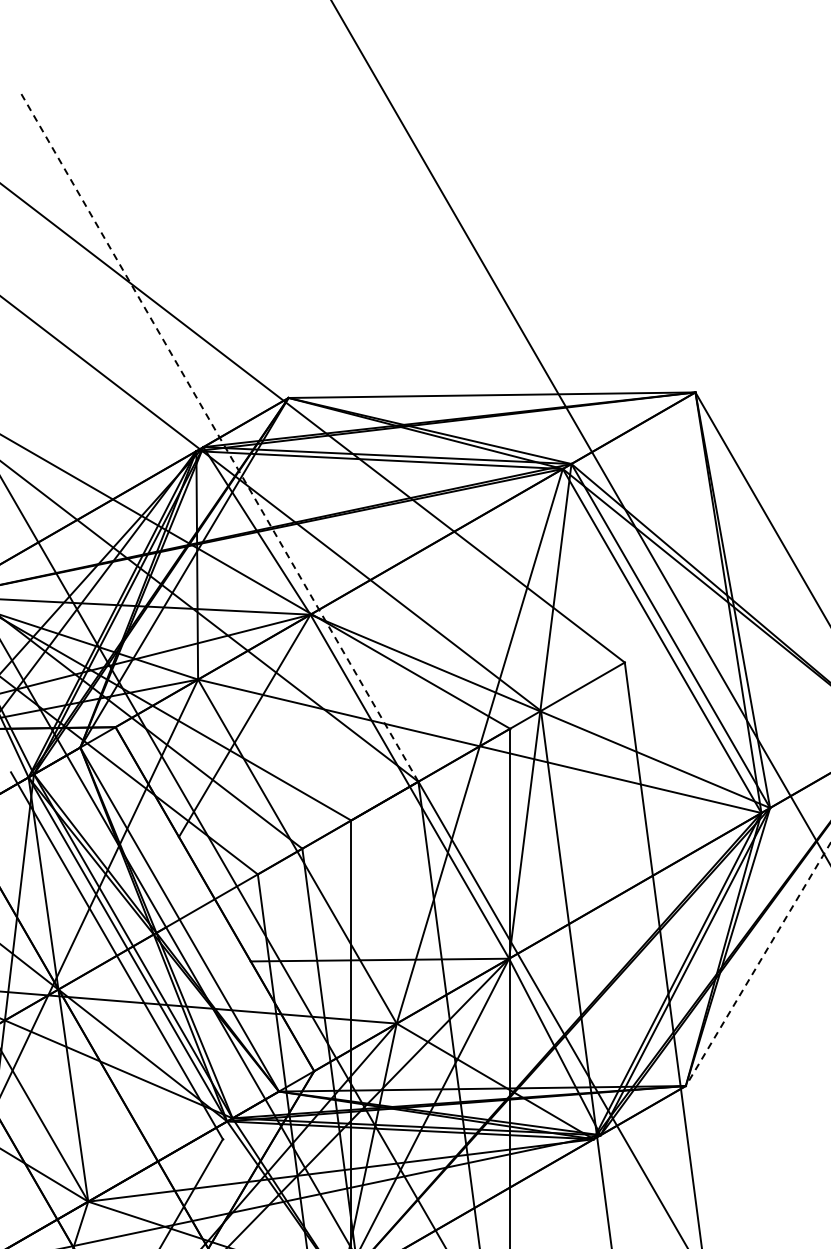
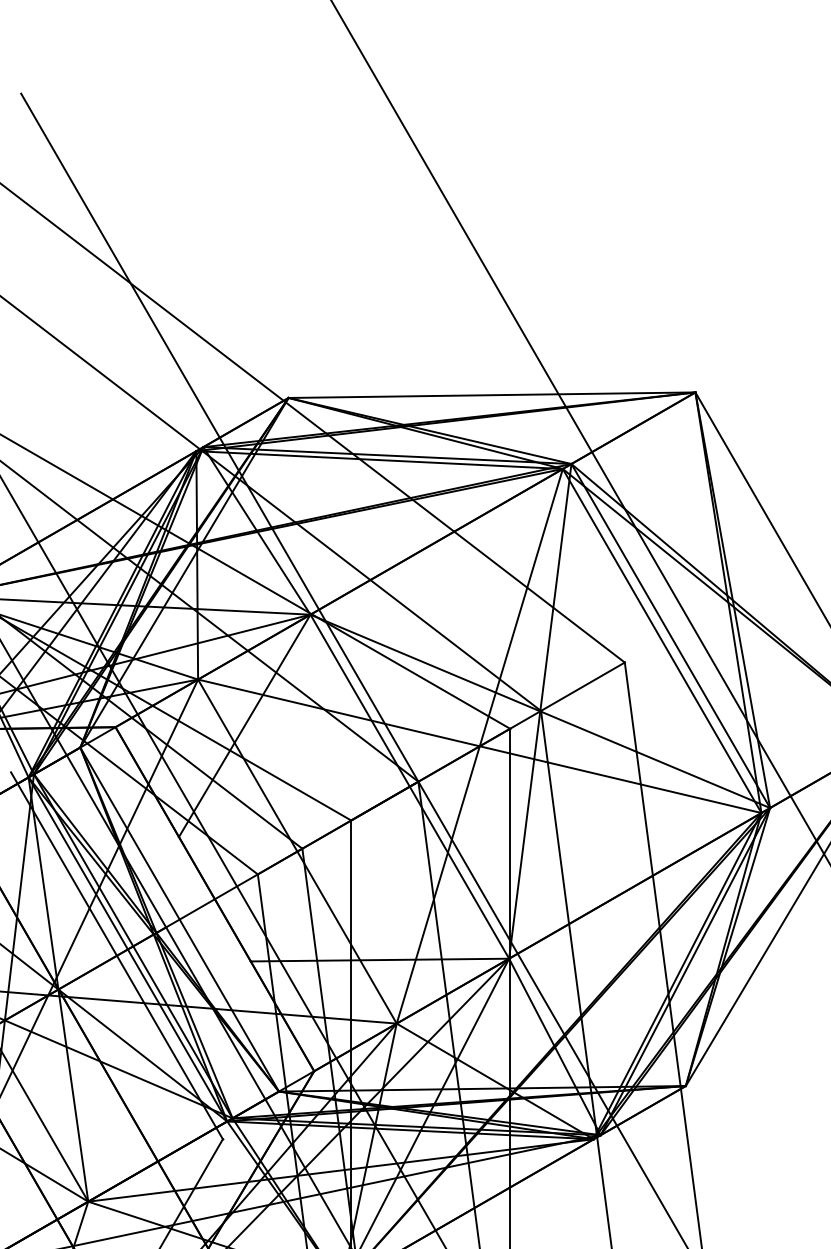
line at (219, 437): dashed -> solid
line at (757, 964): dashed -> solid
